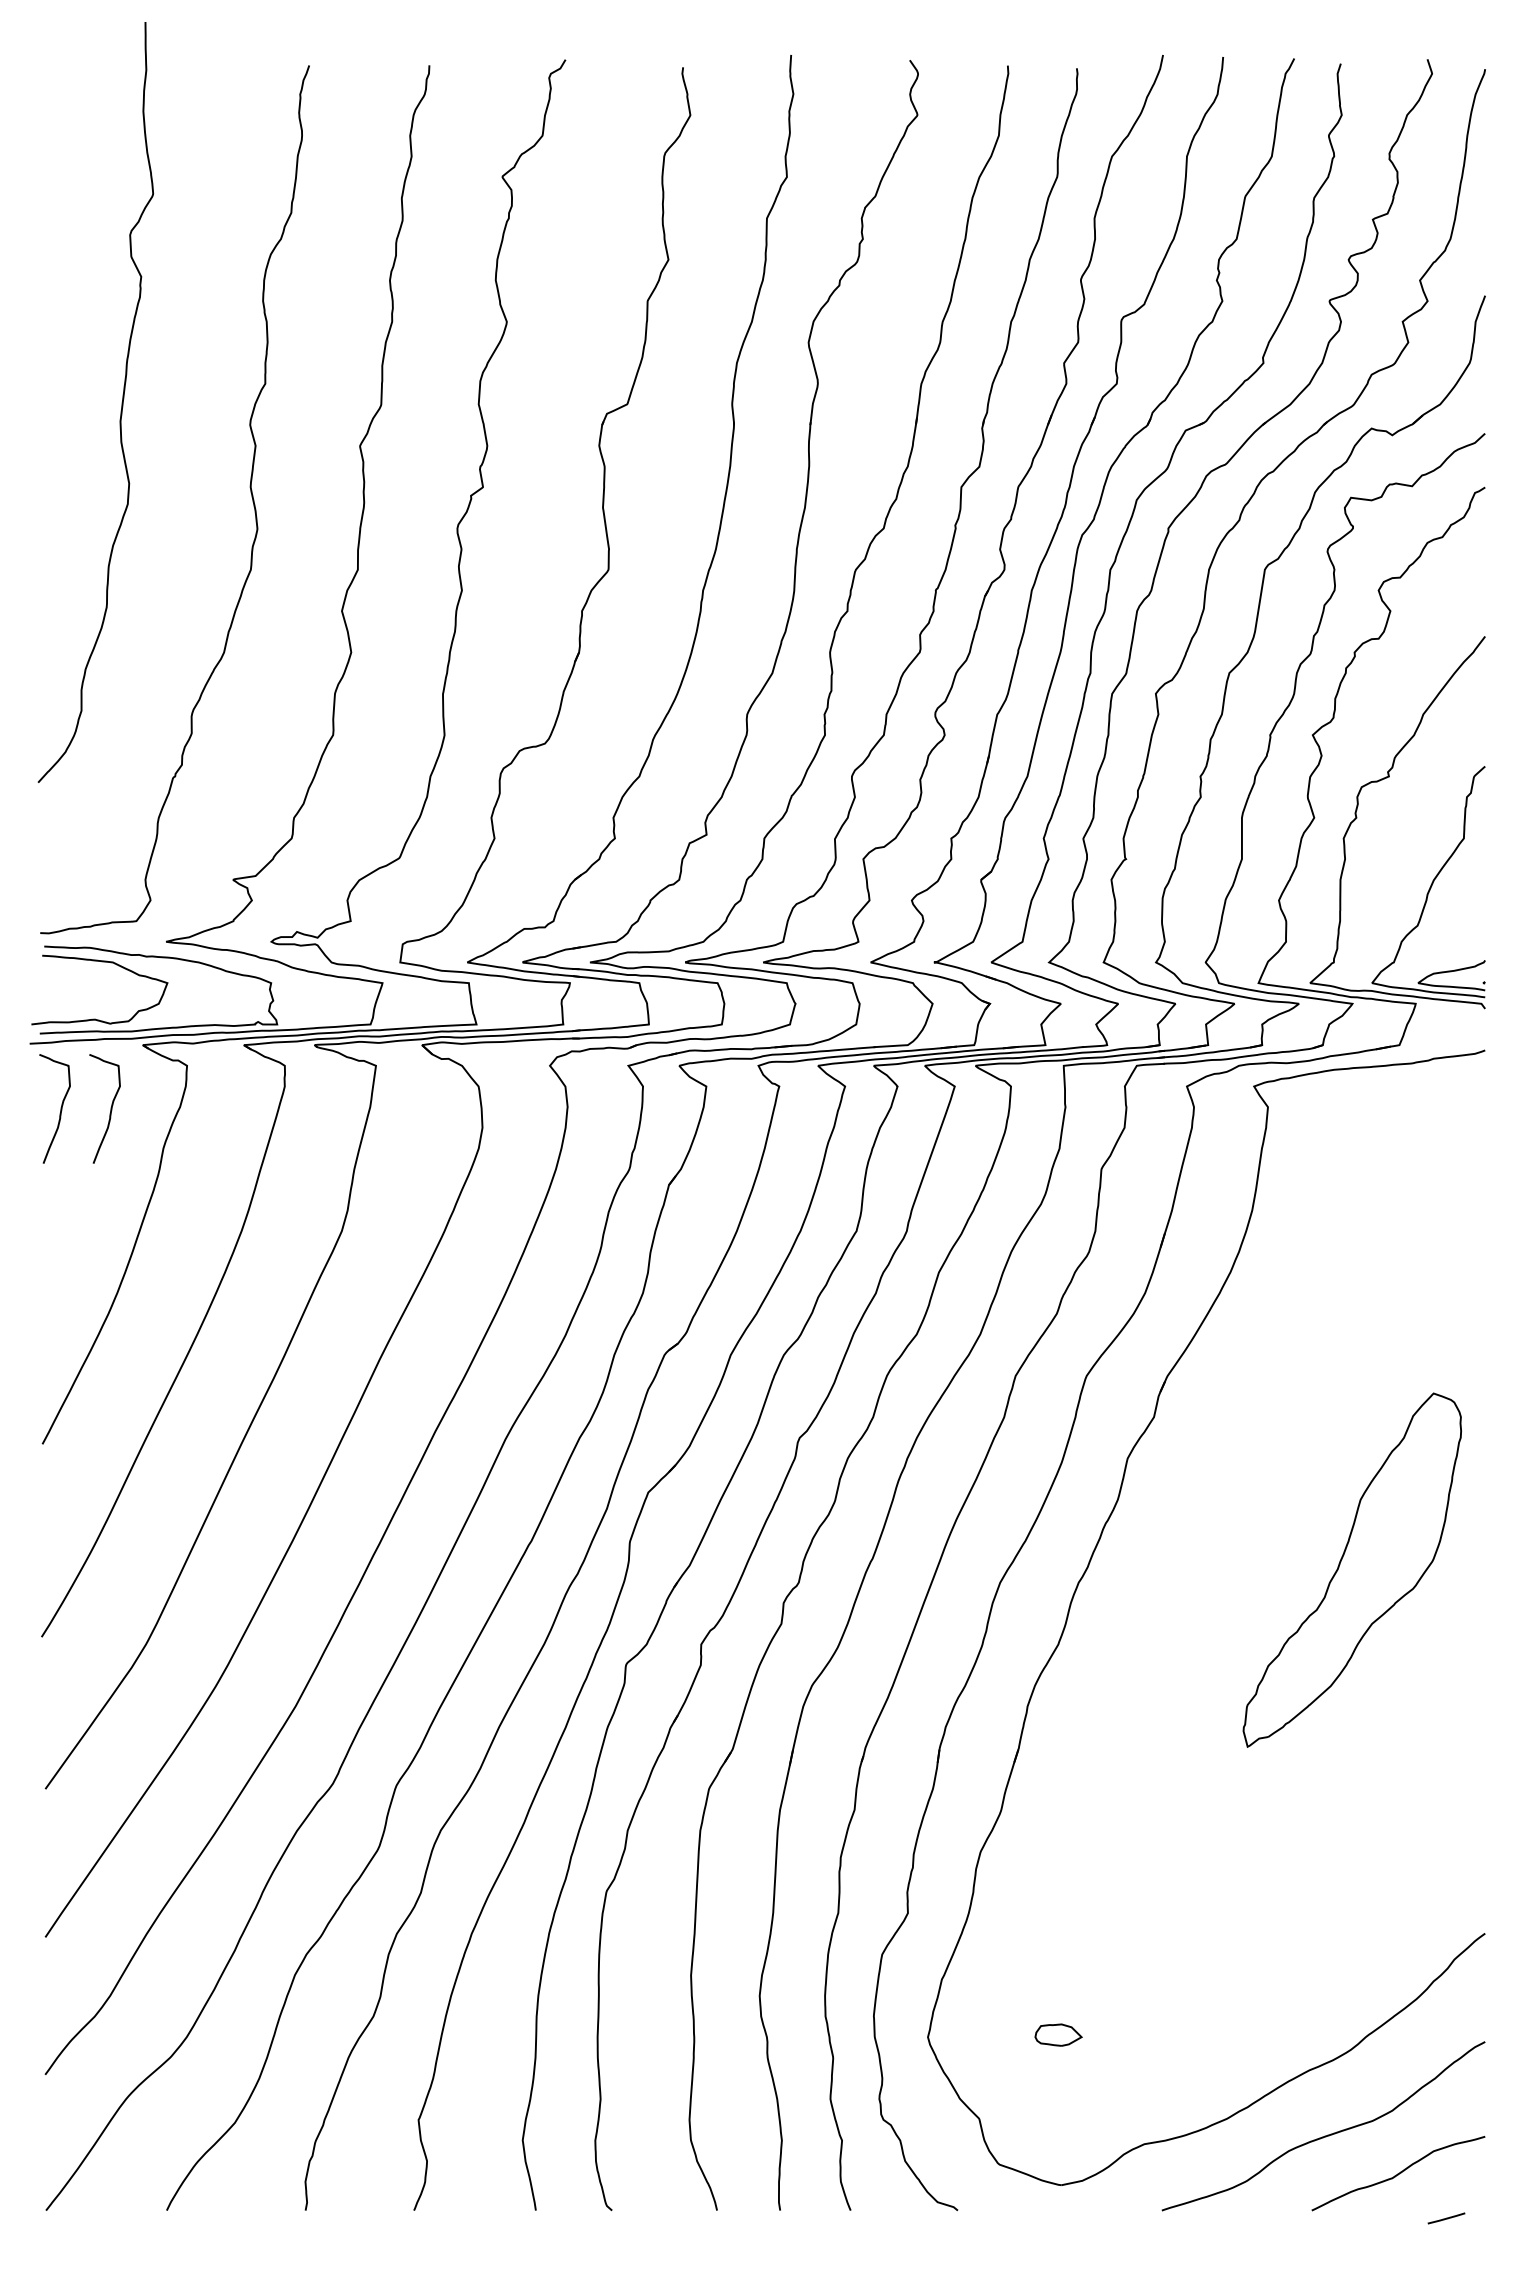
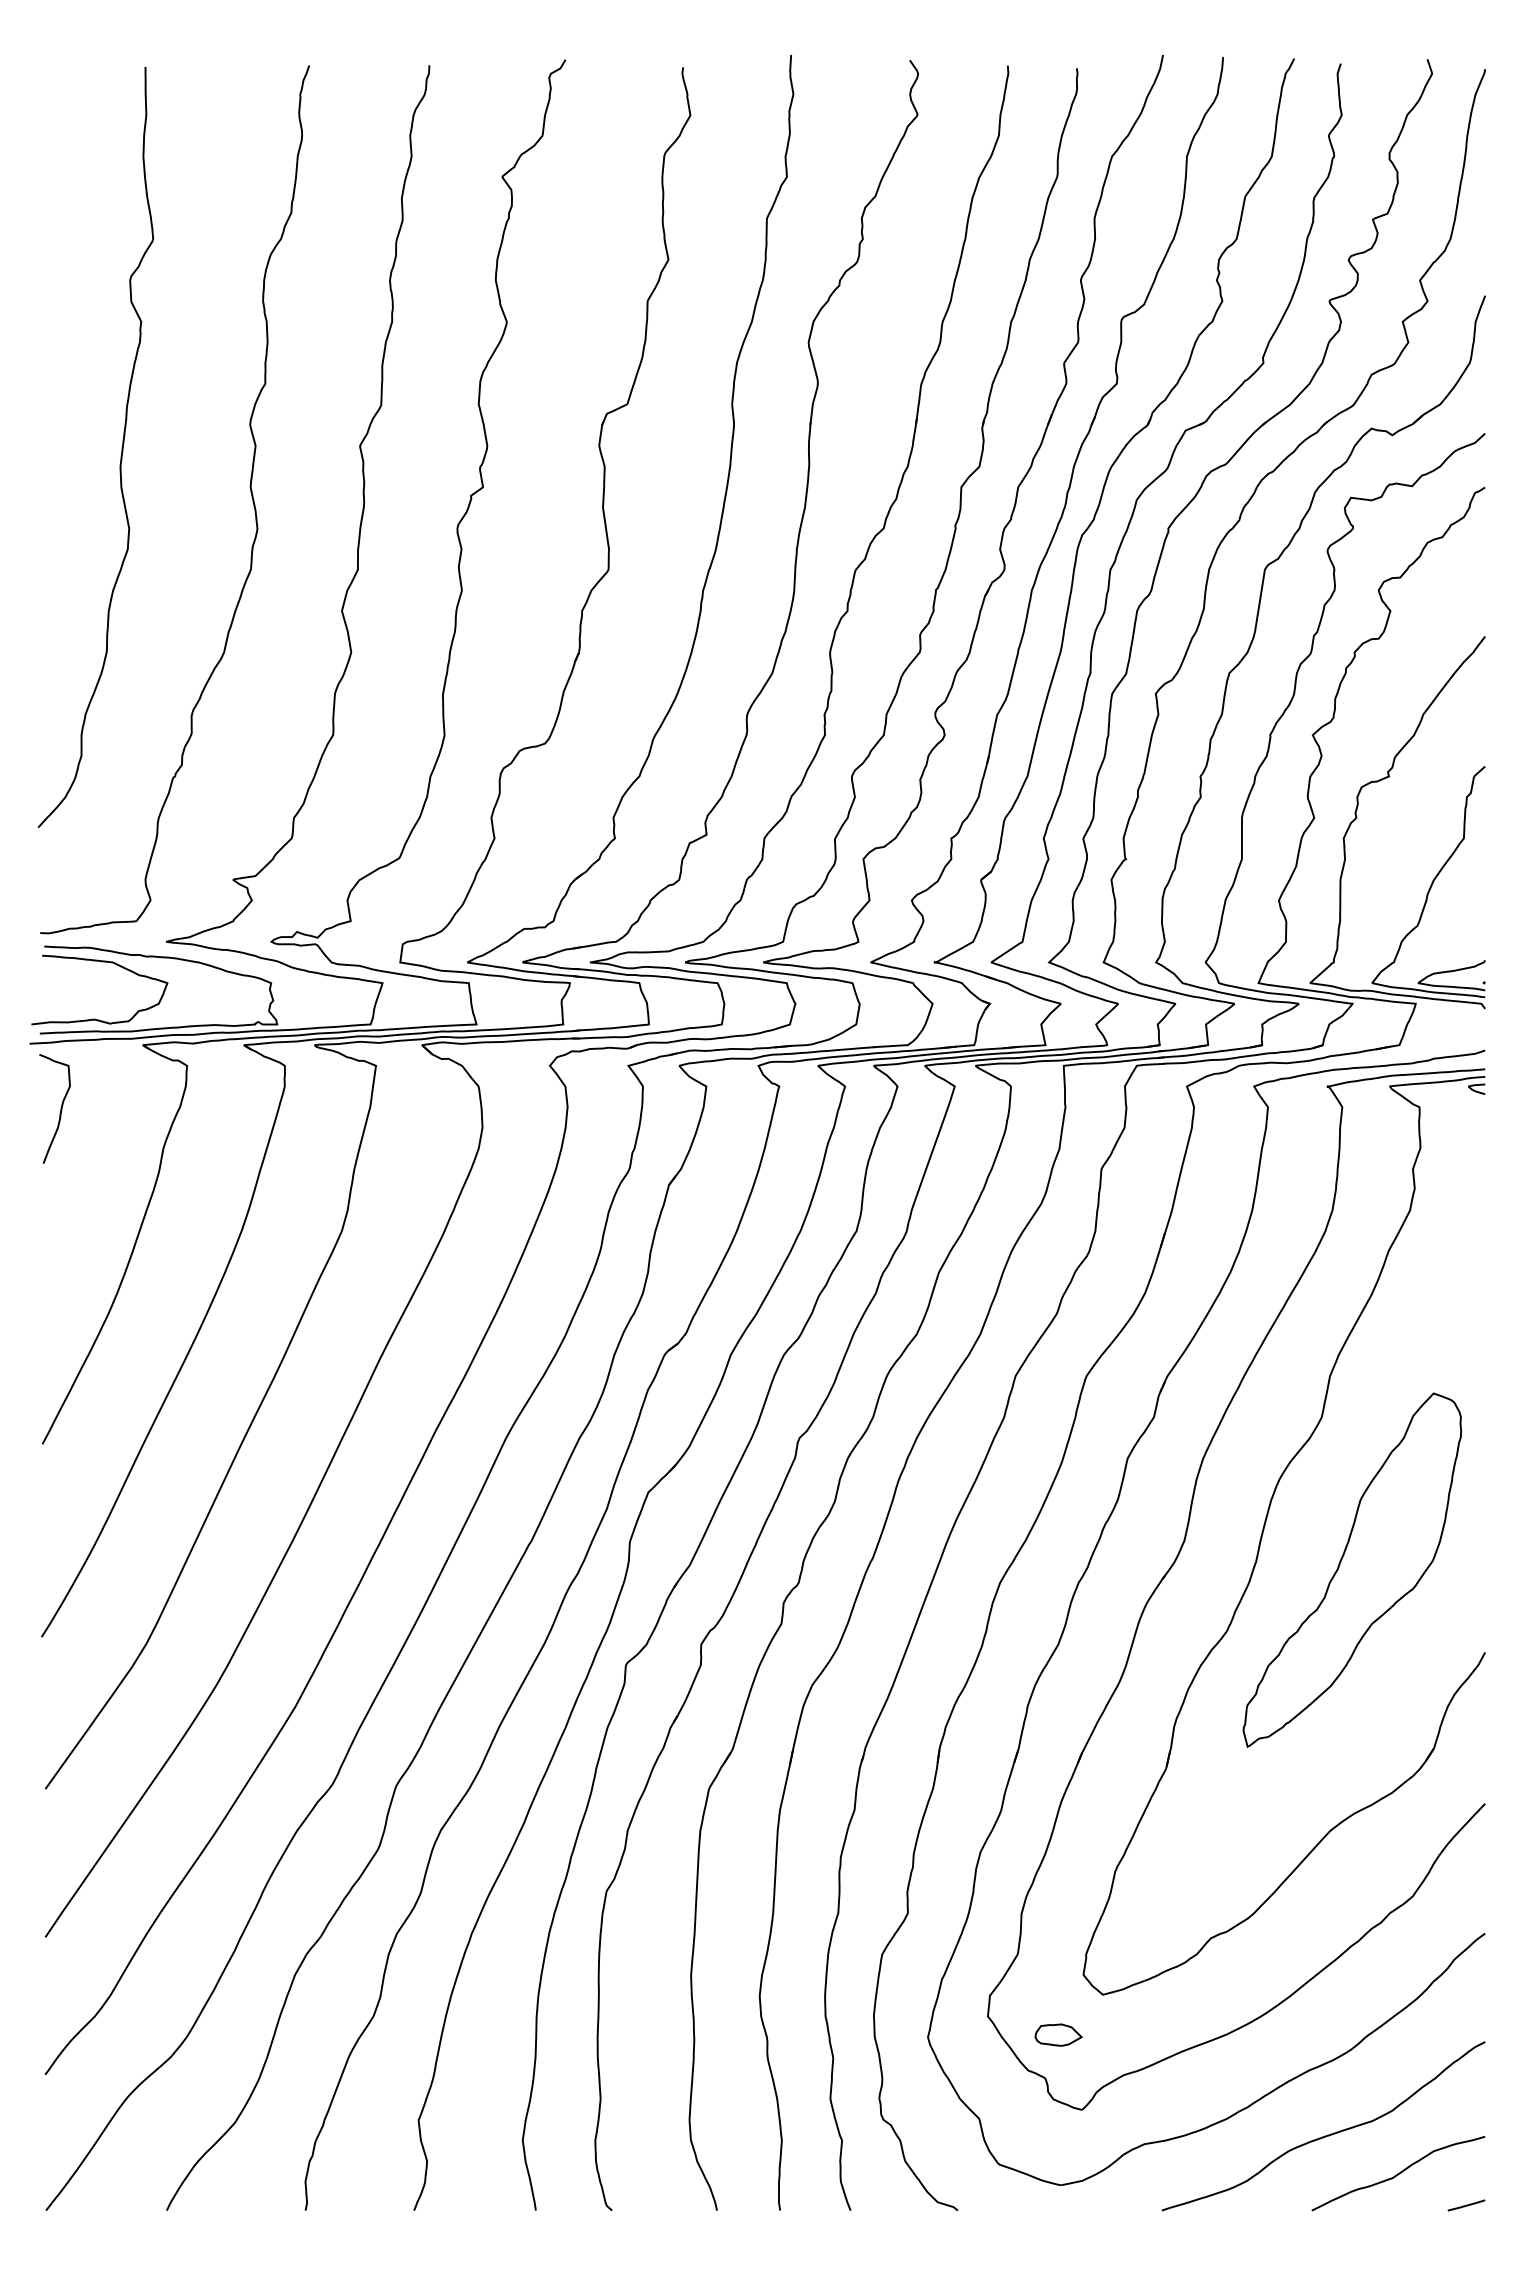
curve at (121, 402) position: (121, 402) -> (121, 447)
curve at (110, 1108): present -> none
part at (1243, 1592): none -> present
line at (1446, 2218) position: (1446, 2218) -> (1466, 2205)
